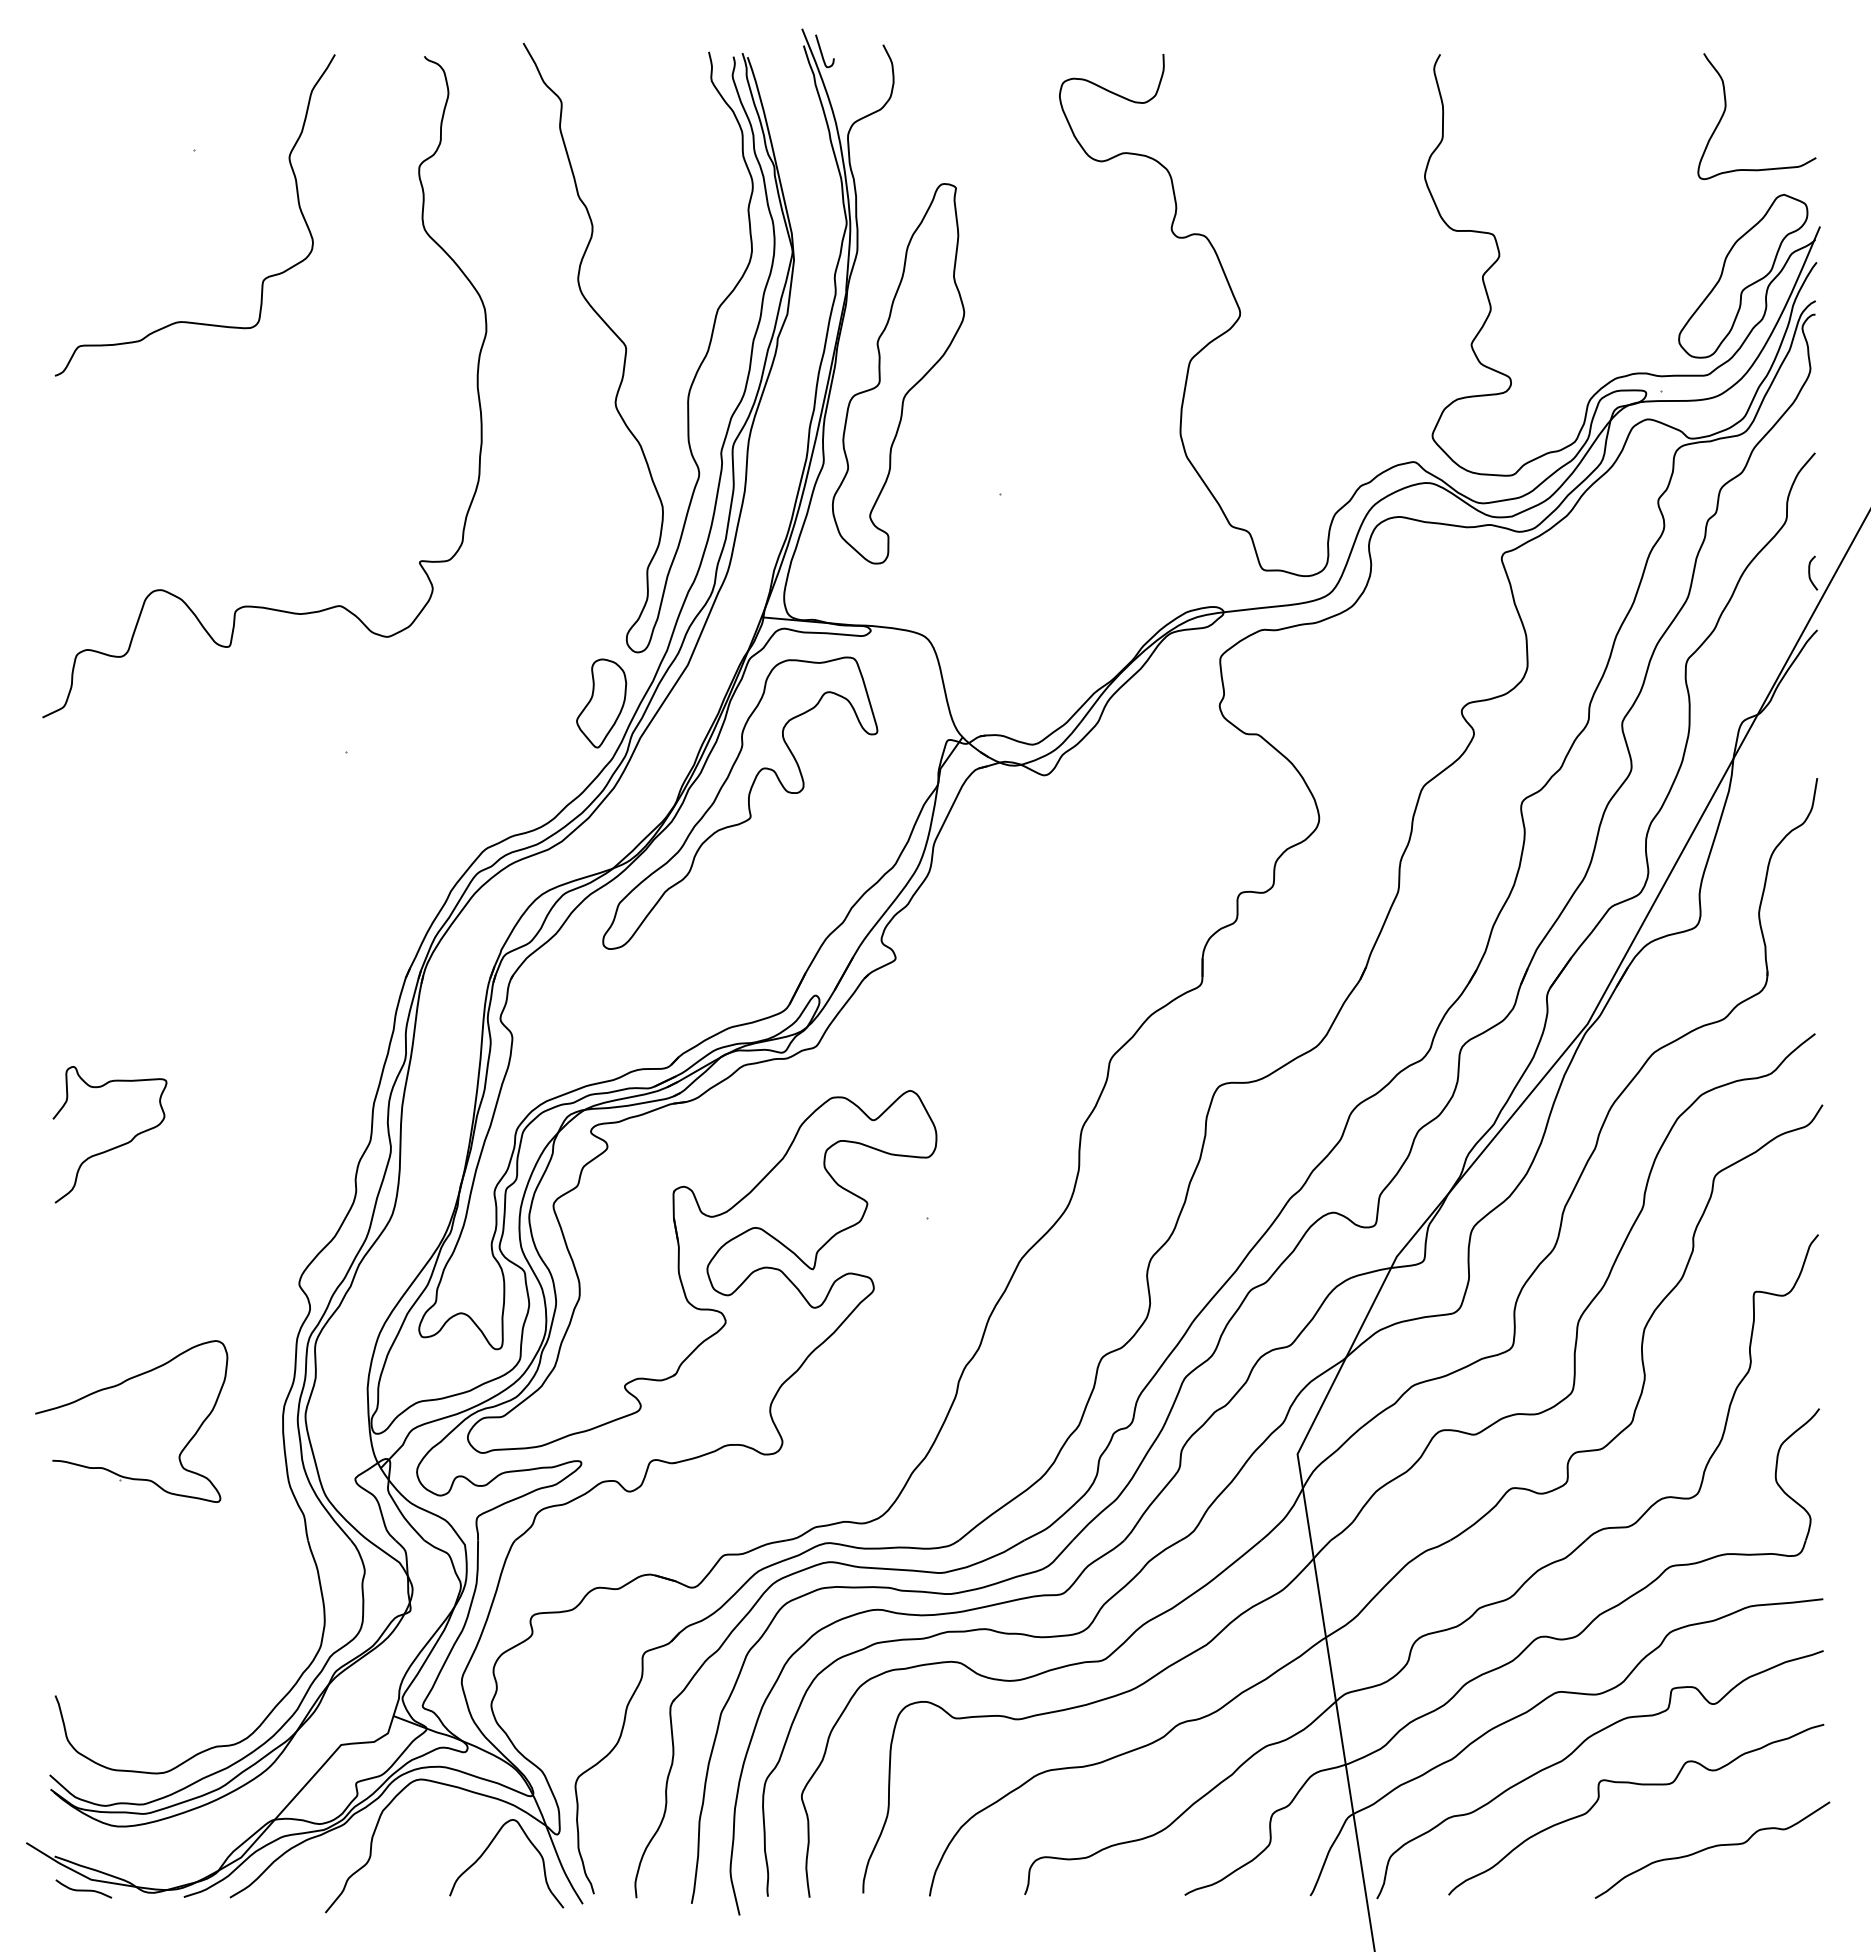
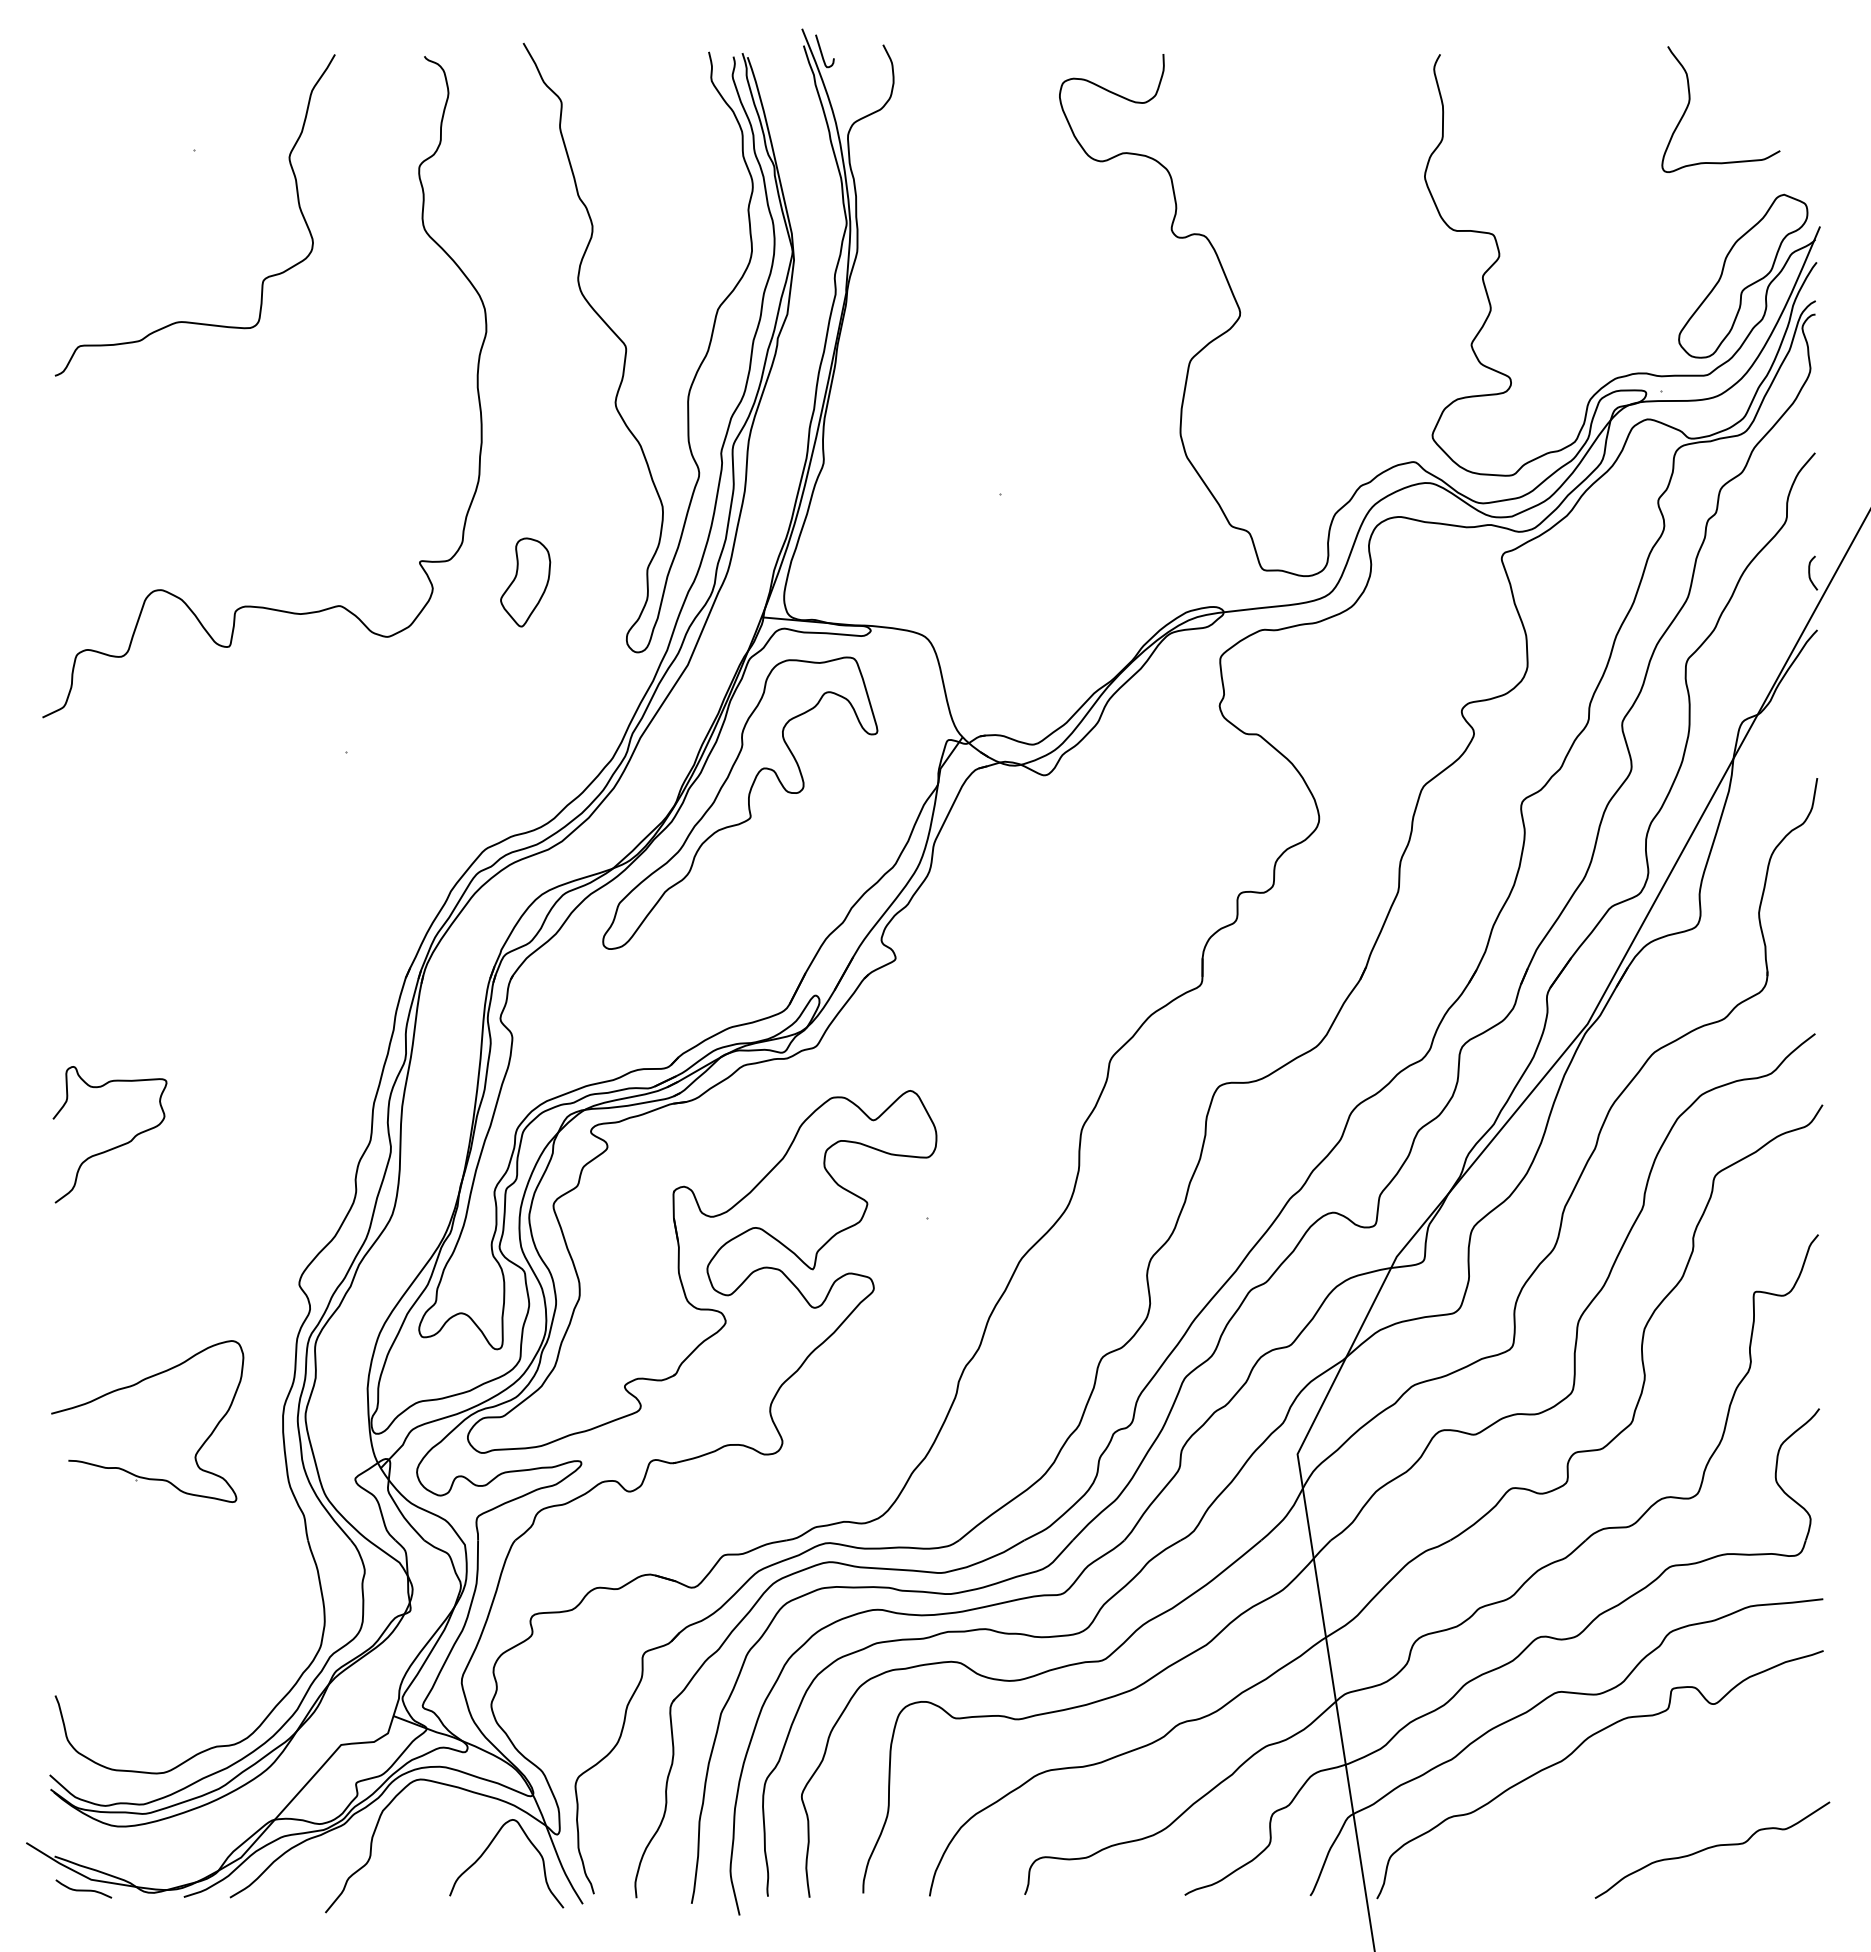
curve at (1726, 108) position: (1726, 108) -> (1690, 101)
part at (898, 373): present -> none
part at (601, 703) position: (601, 703) -> (525, 582)
part at (117, 1386) position: (117, 1386) -> (133, 1386)
curve at (1639, 1785): present -> none
